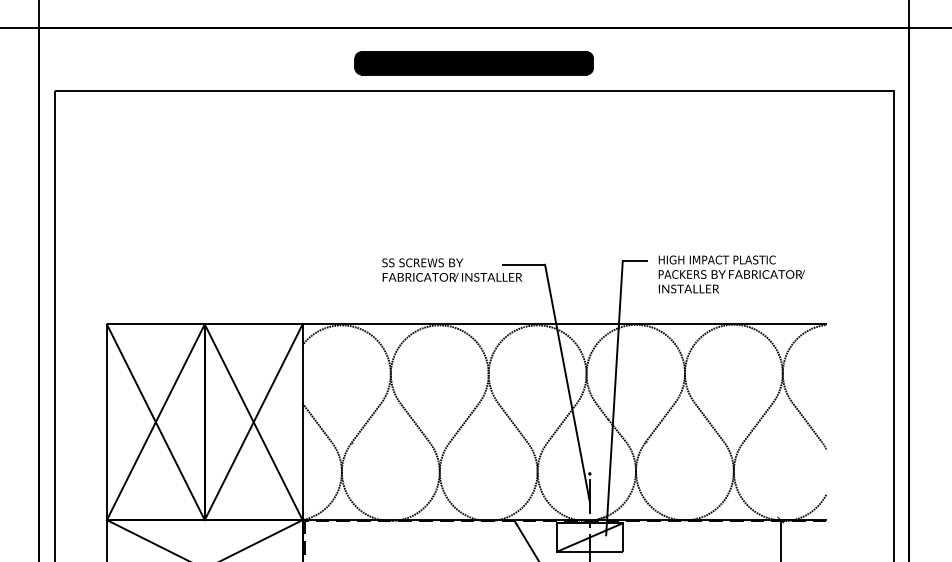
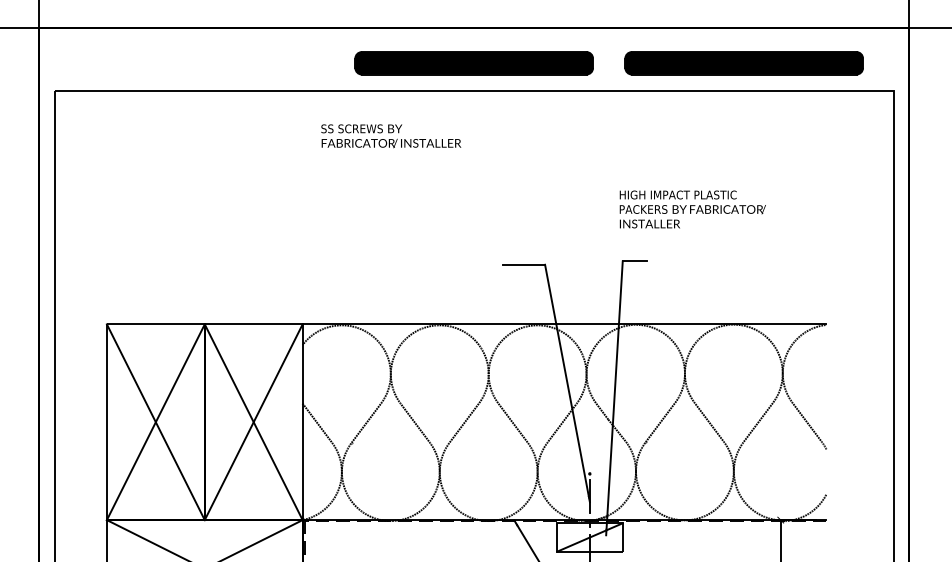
part at (743, 63): none -> present
text at (452, 270) position: (452, 270) -> (391, 136)
text at (731, 274) position: (731, 274) -> (692, 209)
